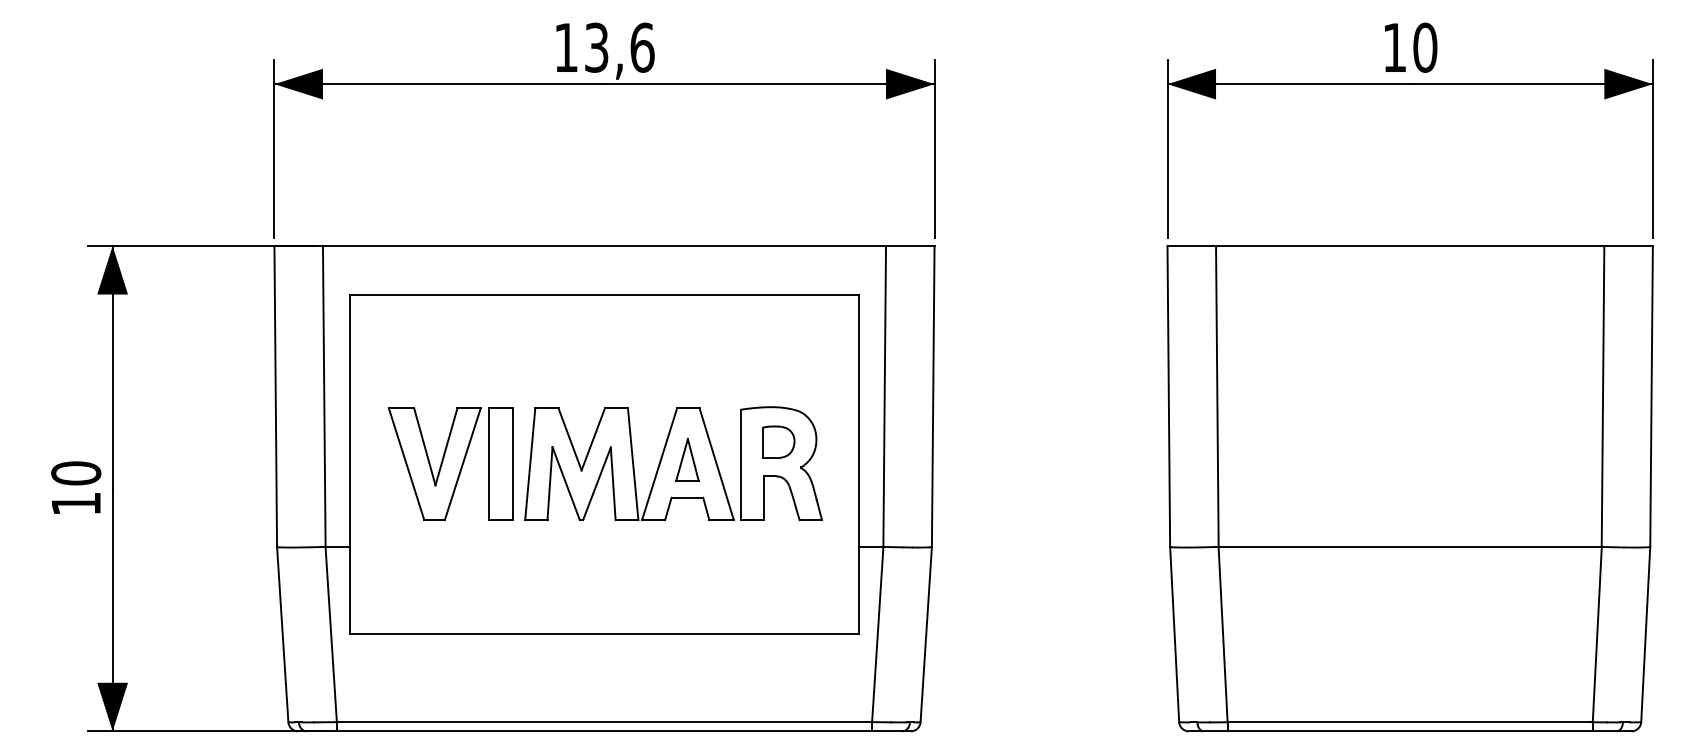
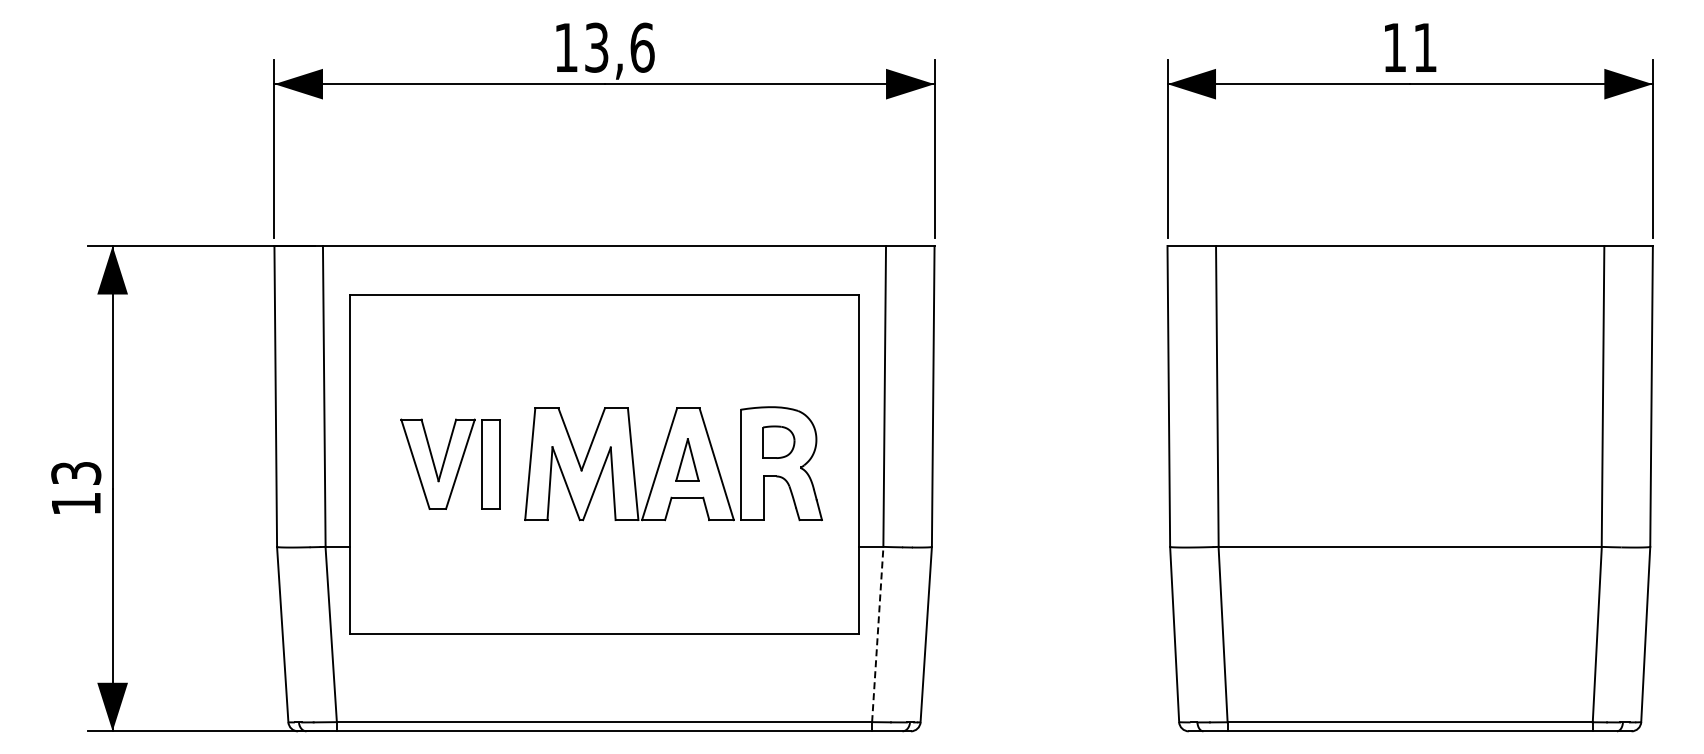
text at (1425, 47): 10 -> 11
part at (450, 464) size: 126x115 px -> 101x92 px
text at (76, 473): 10 -> 13
line at (877, 634): solid -> dashed
